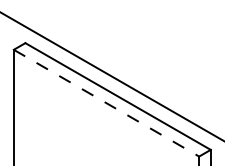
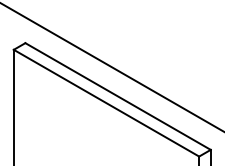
line at (111, 76) position: (111, 76) -> (111, 67)
line at (106, 103): dashed -> solid
